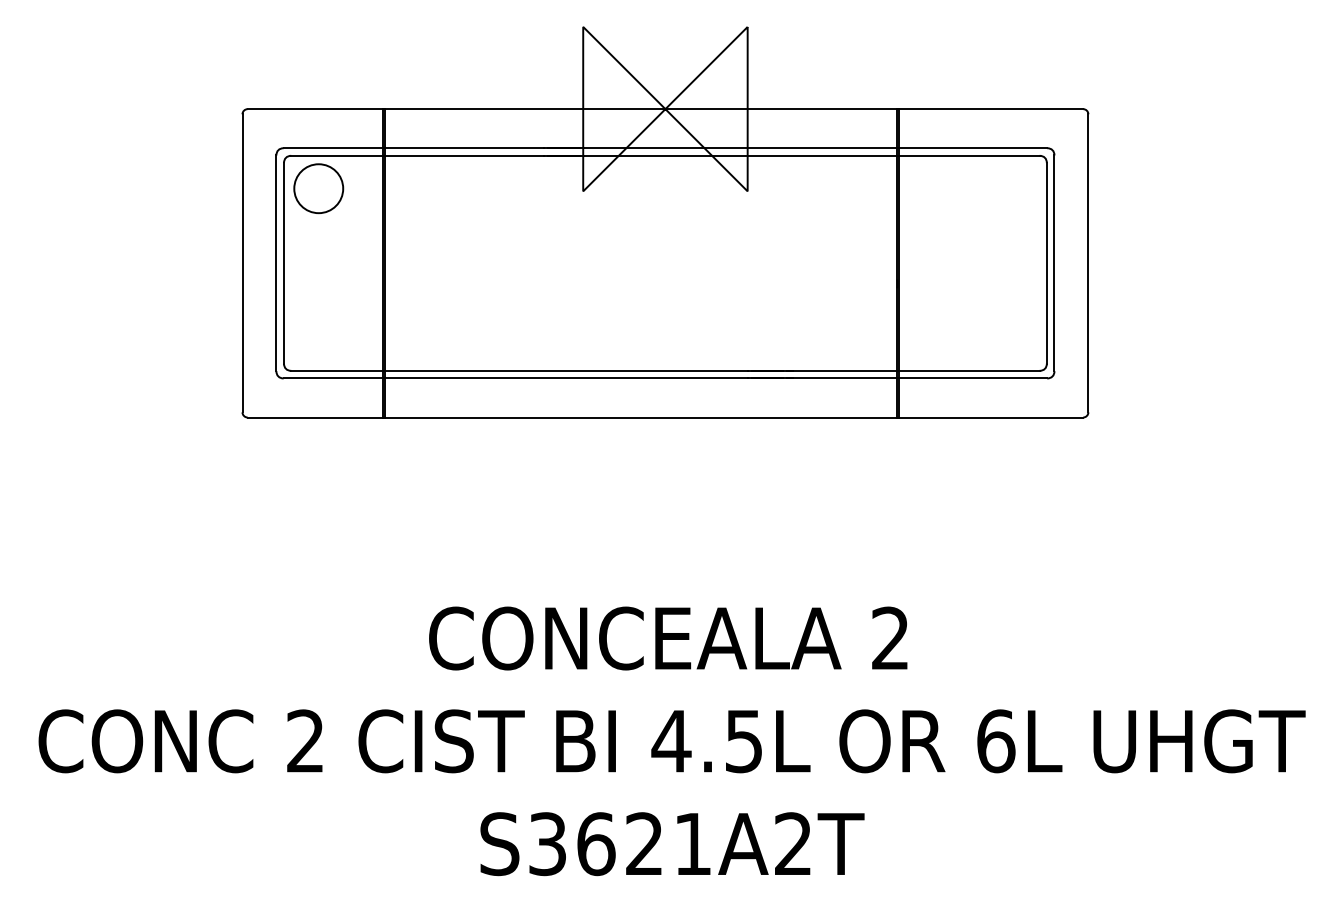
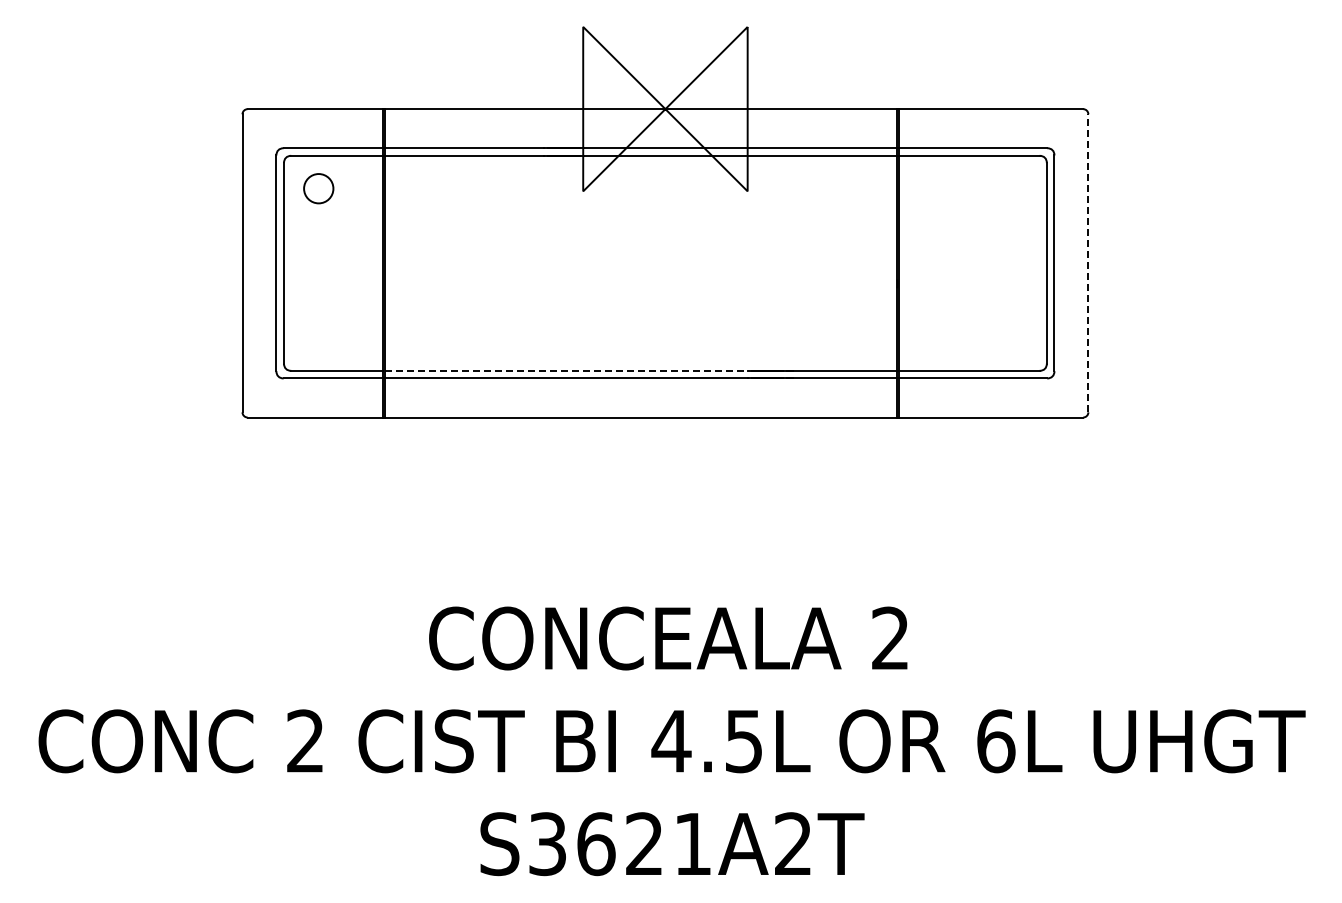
circle at (318, 188) diameter: 49 px -> 29 px
line at (1088, 262): solid -> dashed
line at (567, 370): solid -> dashed
